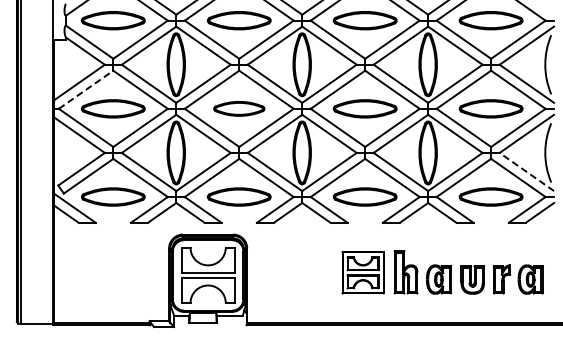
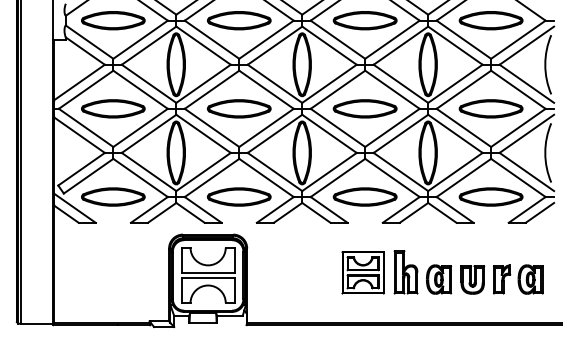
line at (86, 89): dashed -> solid
part at (239, 108) size: 53x16 px -> 65x20 px
line at (526, 171): dashed -> solid
